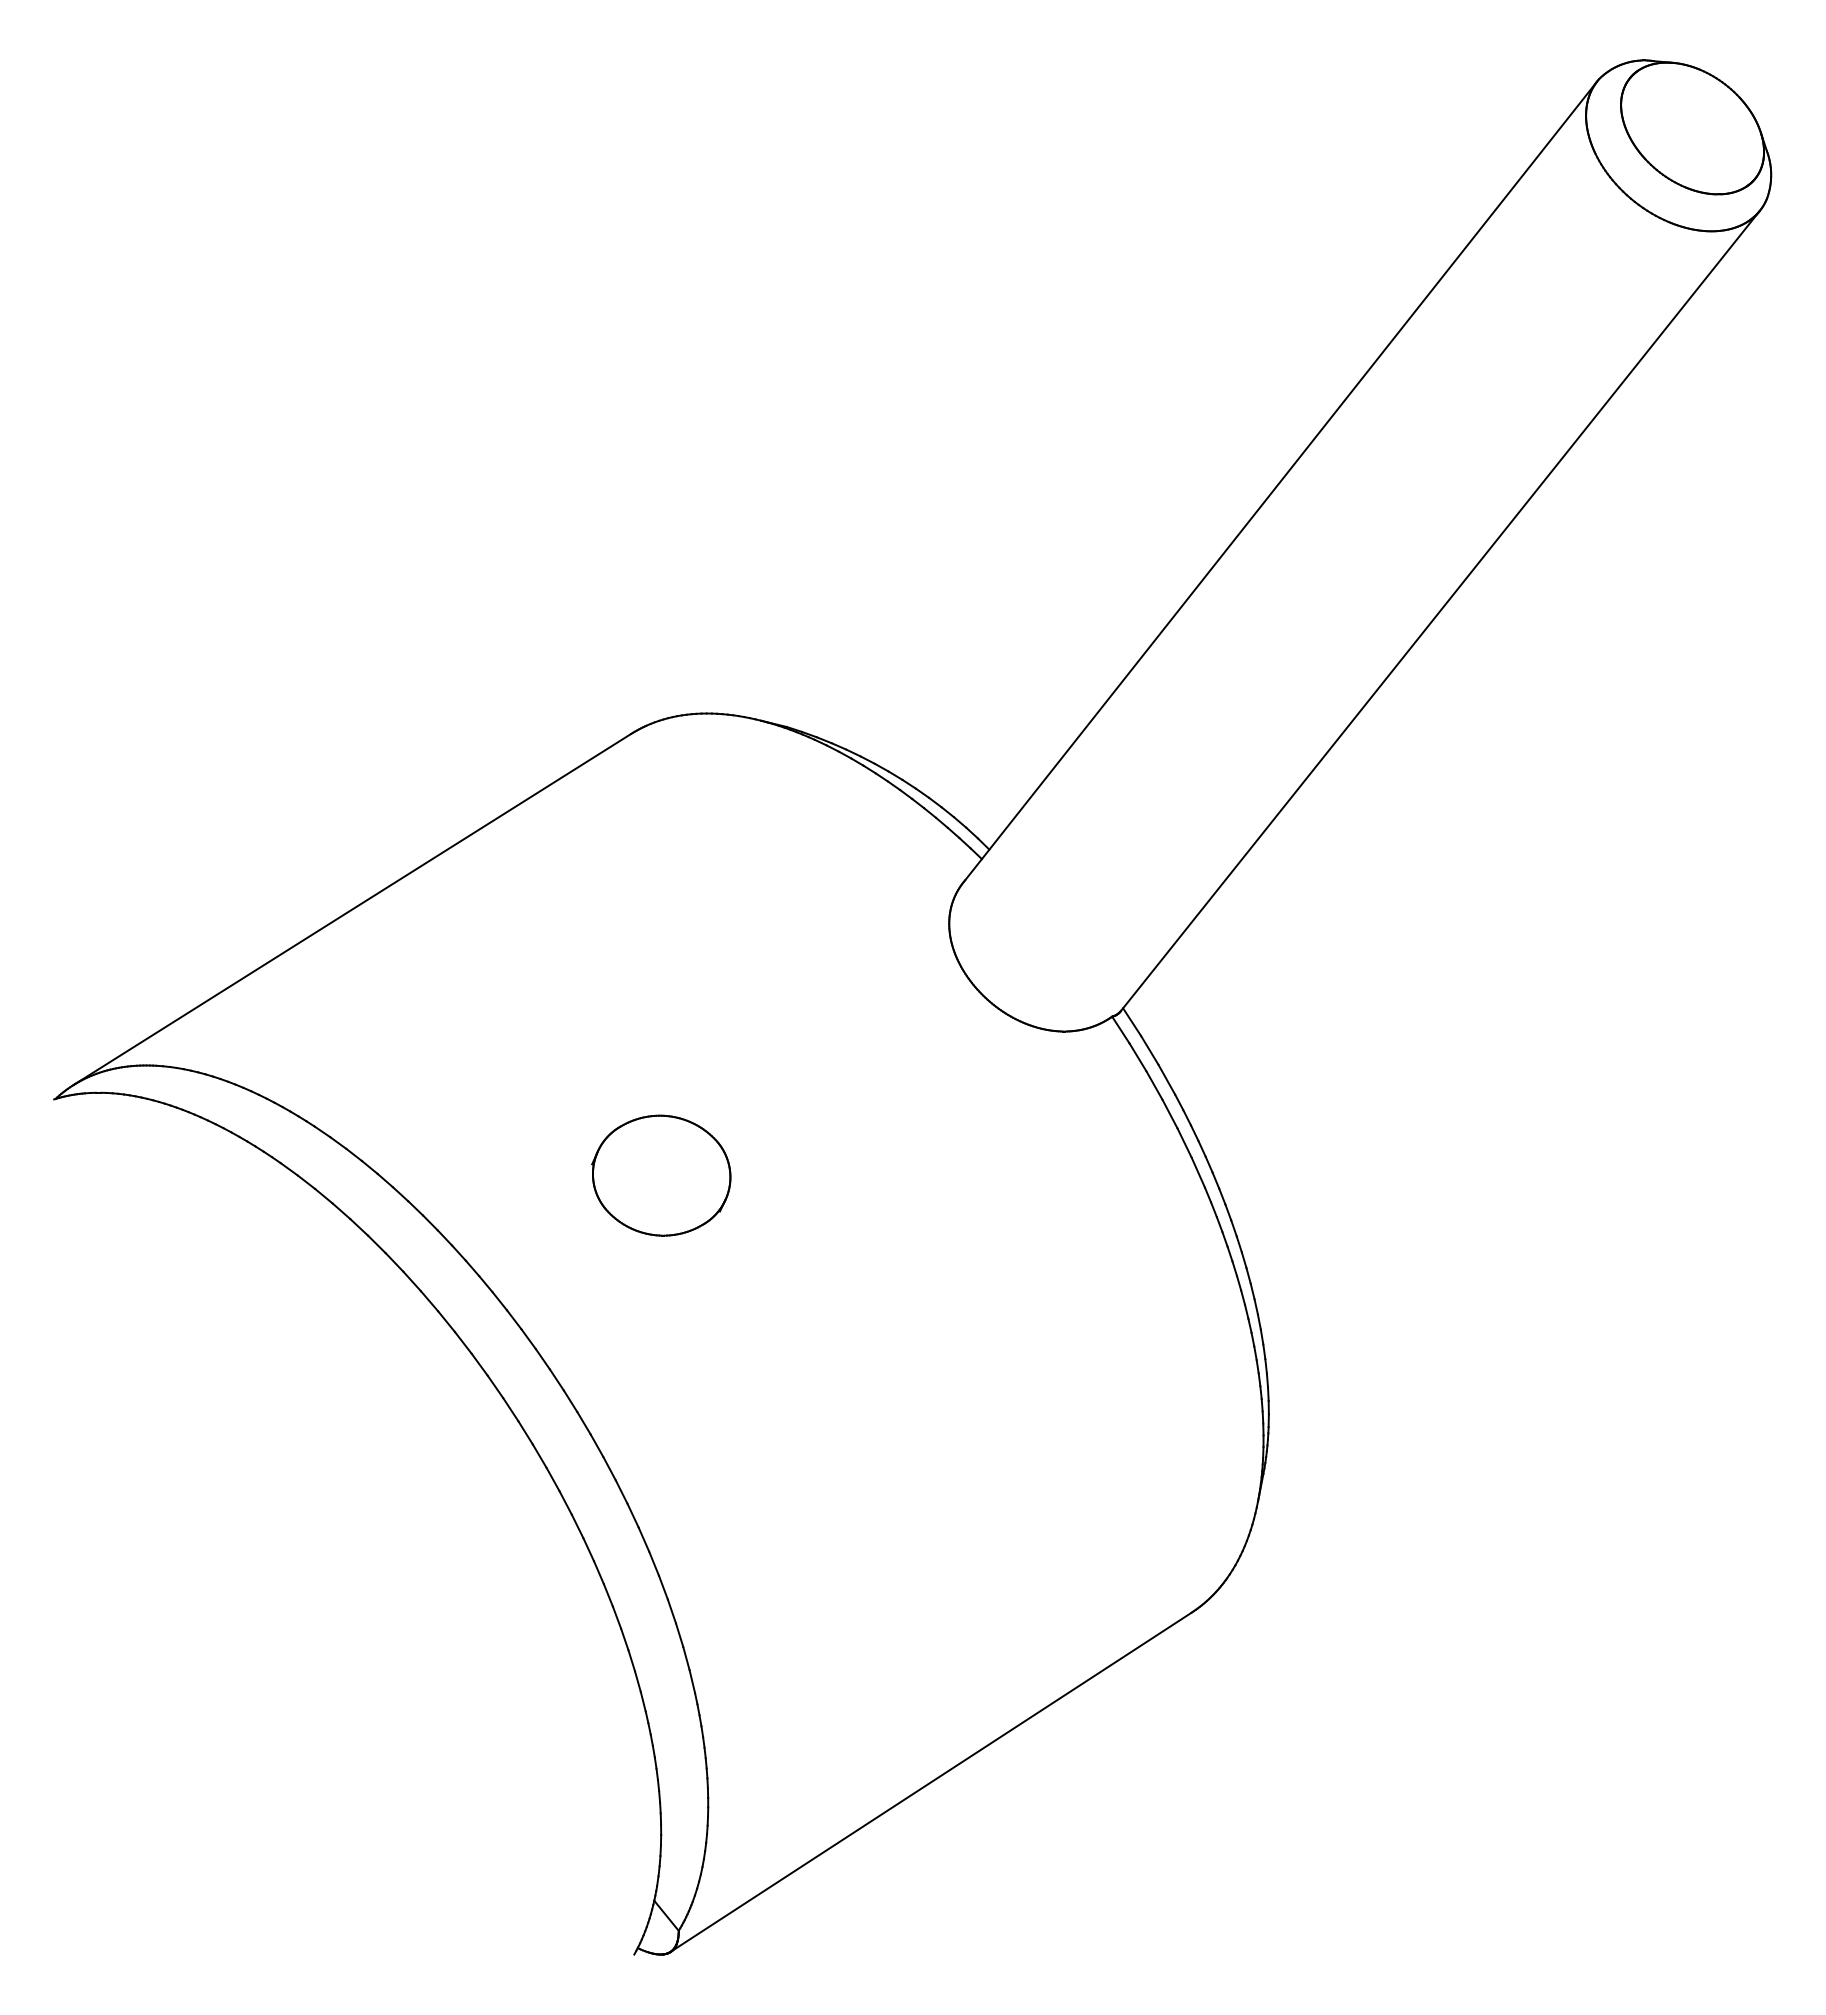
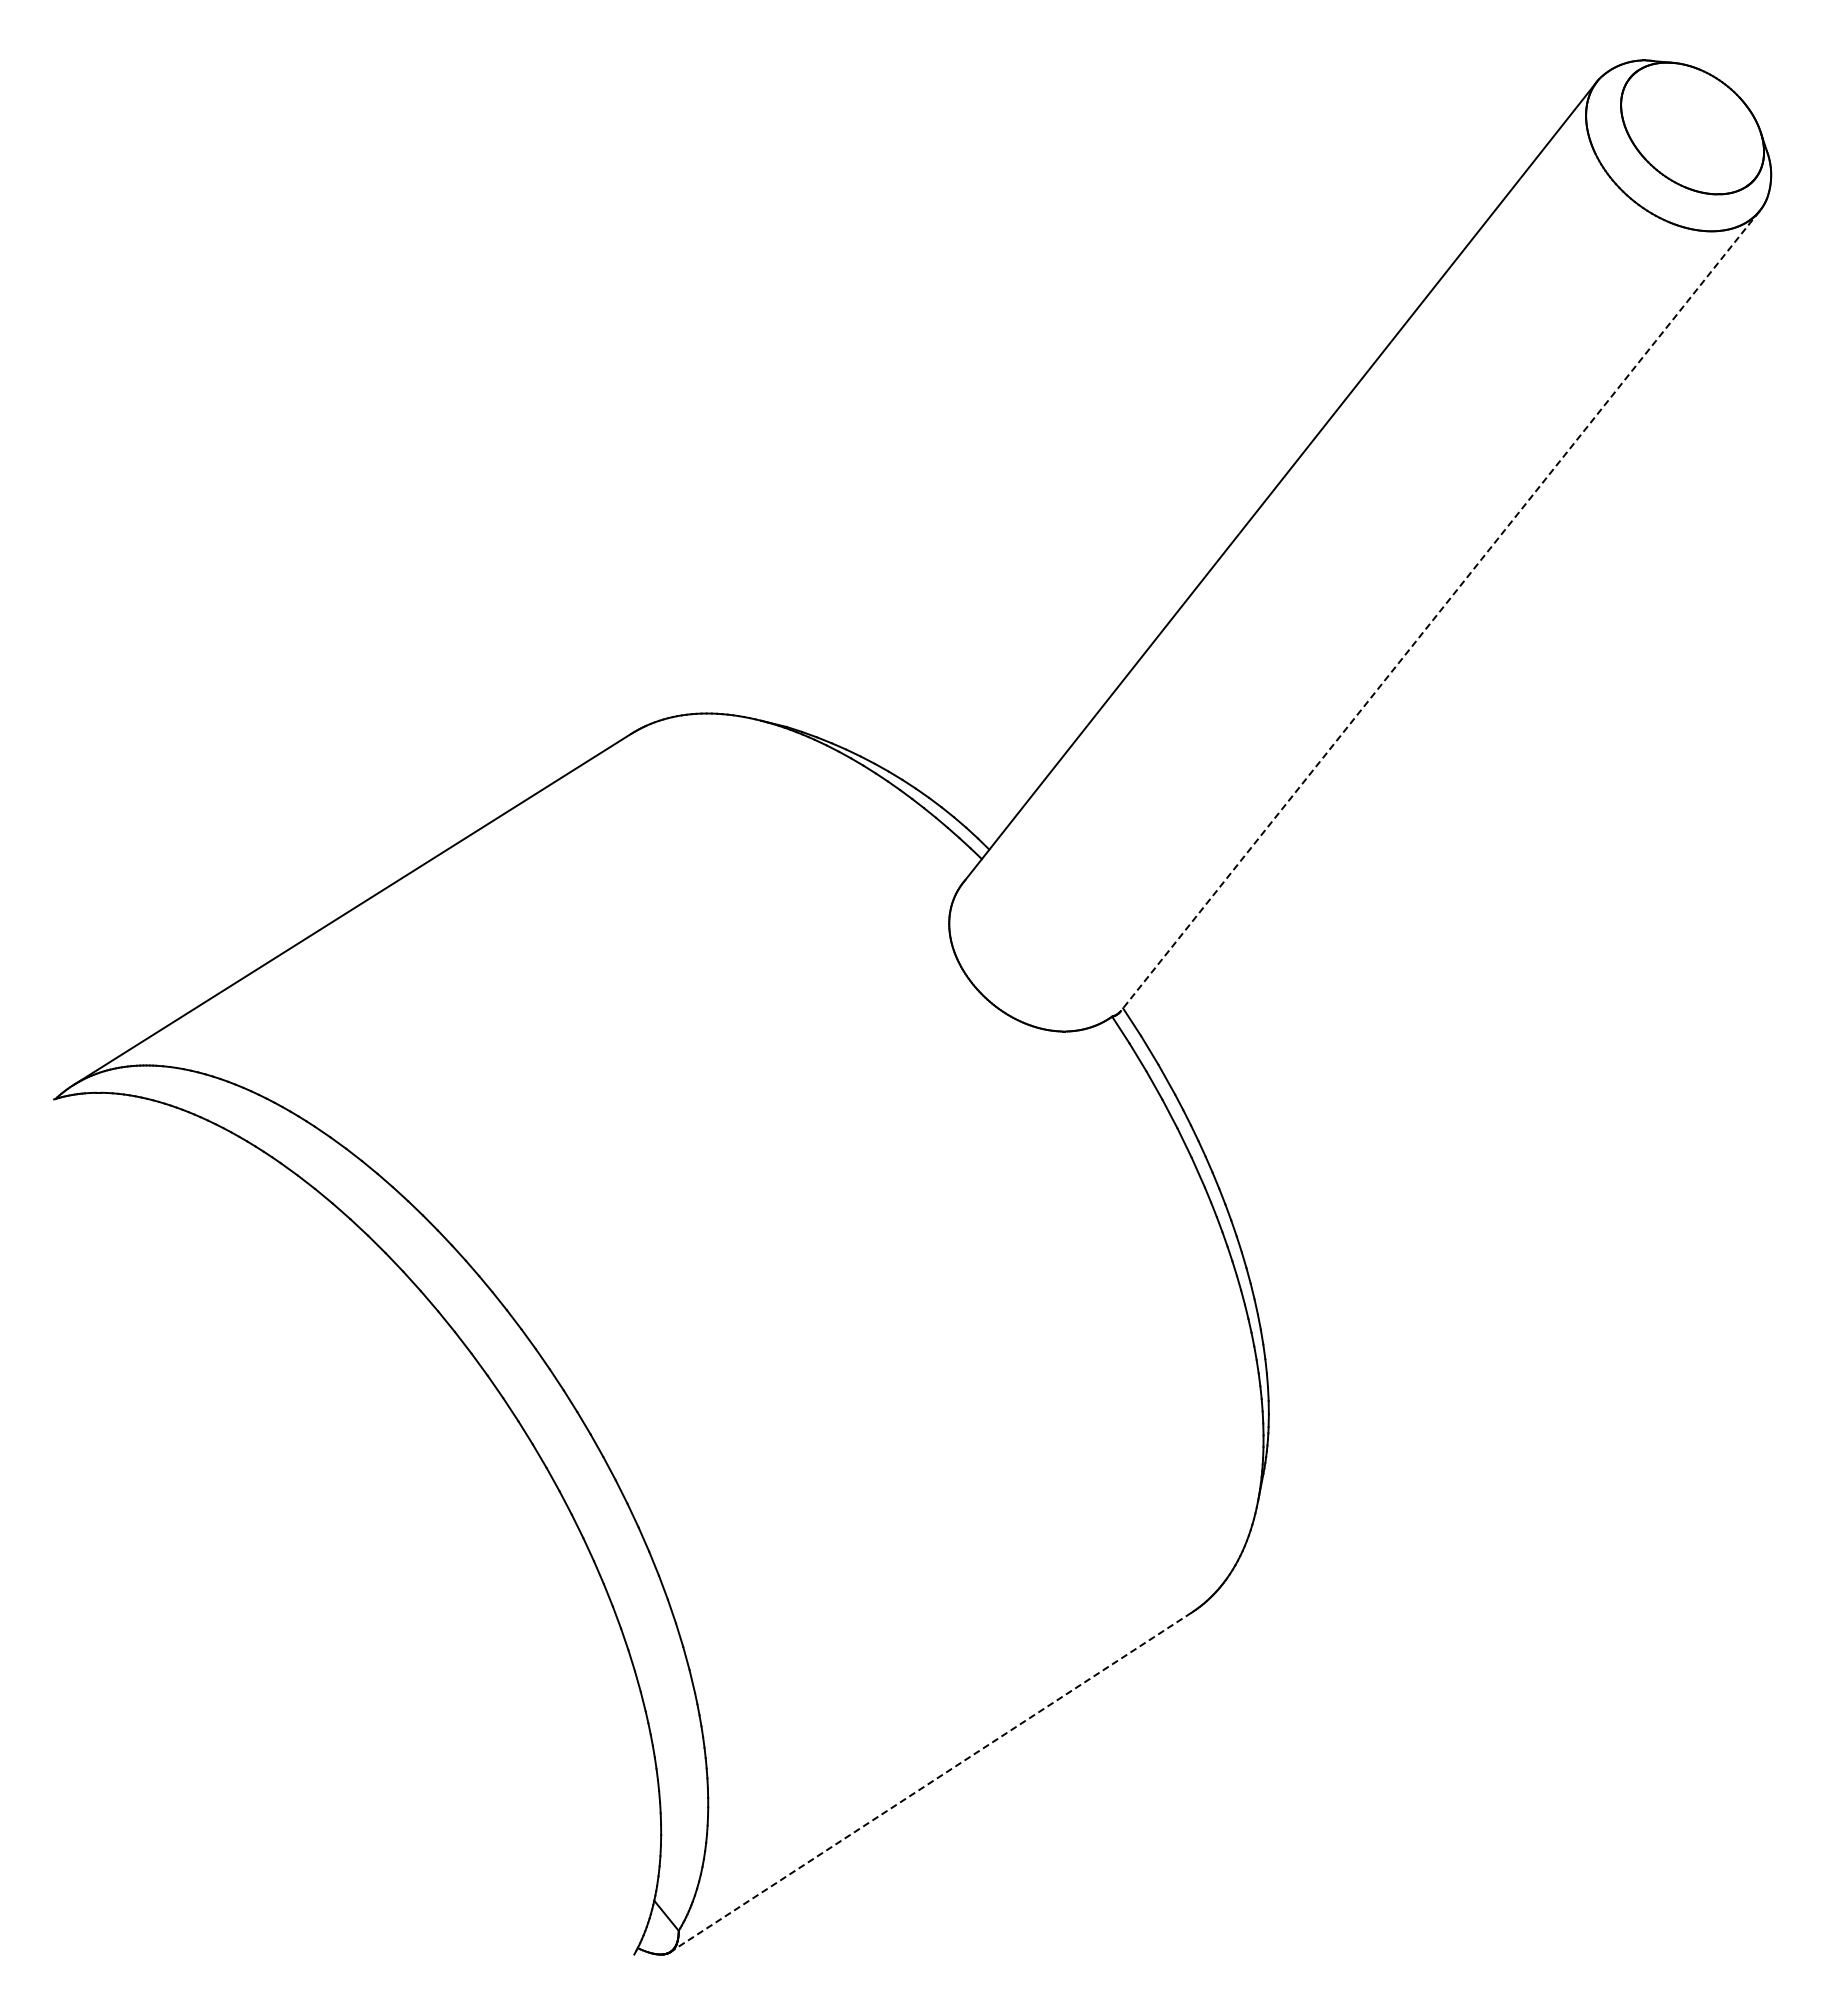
line at (1440, 611): solid -> dashed
part at (661, 1175): present -> none
line at (931, 1782): solid -> dashed
